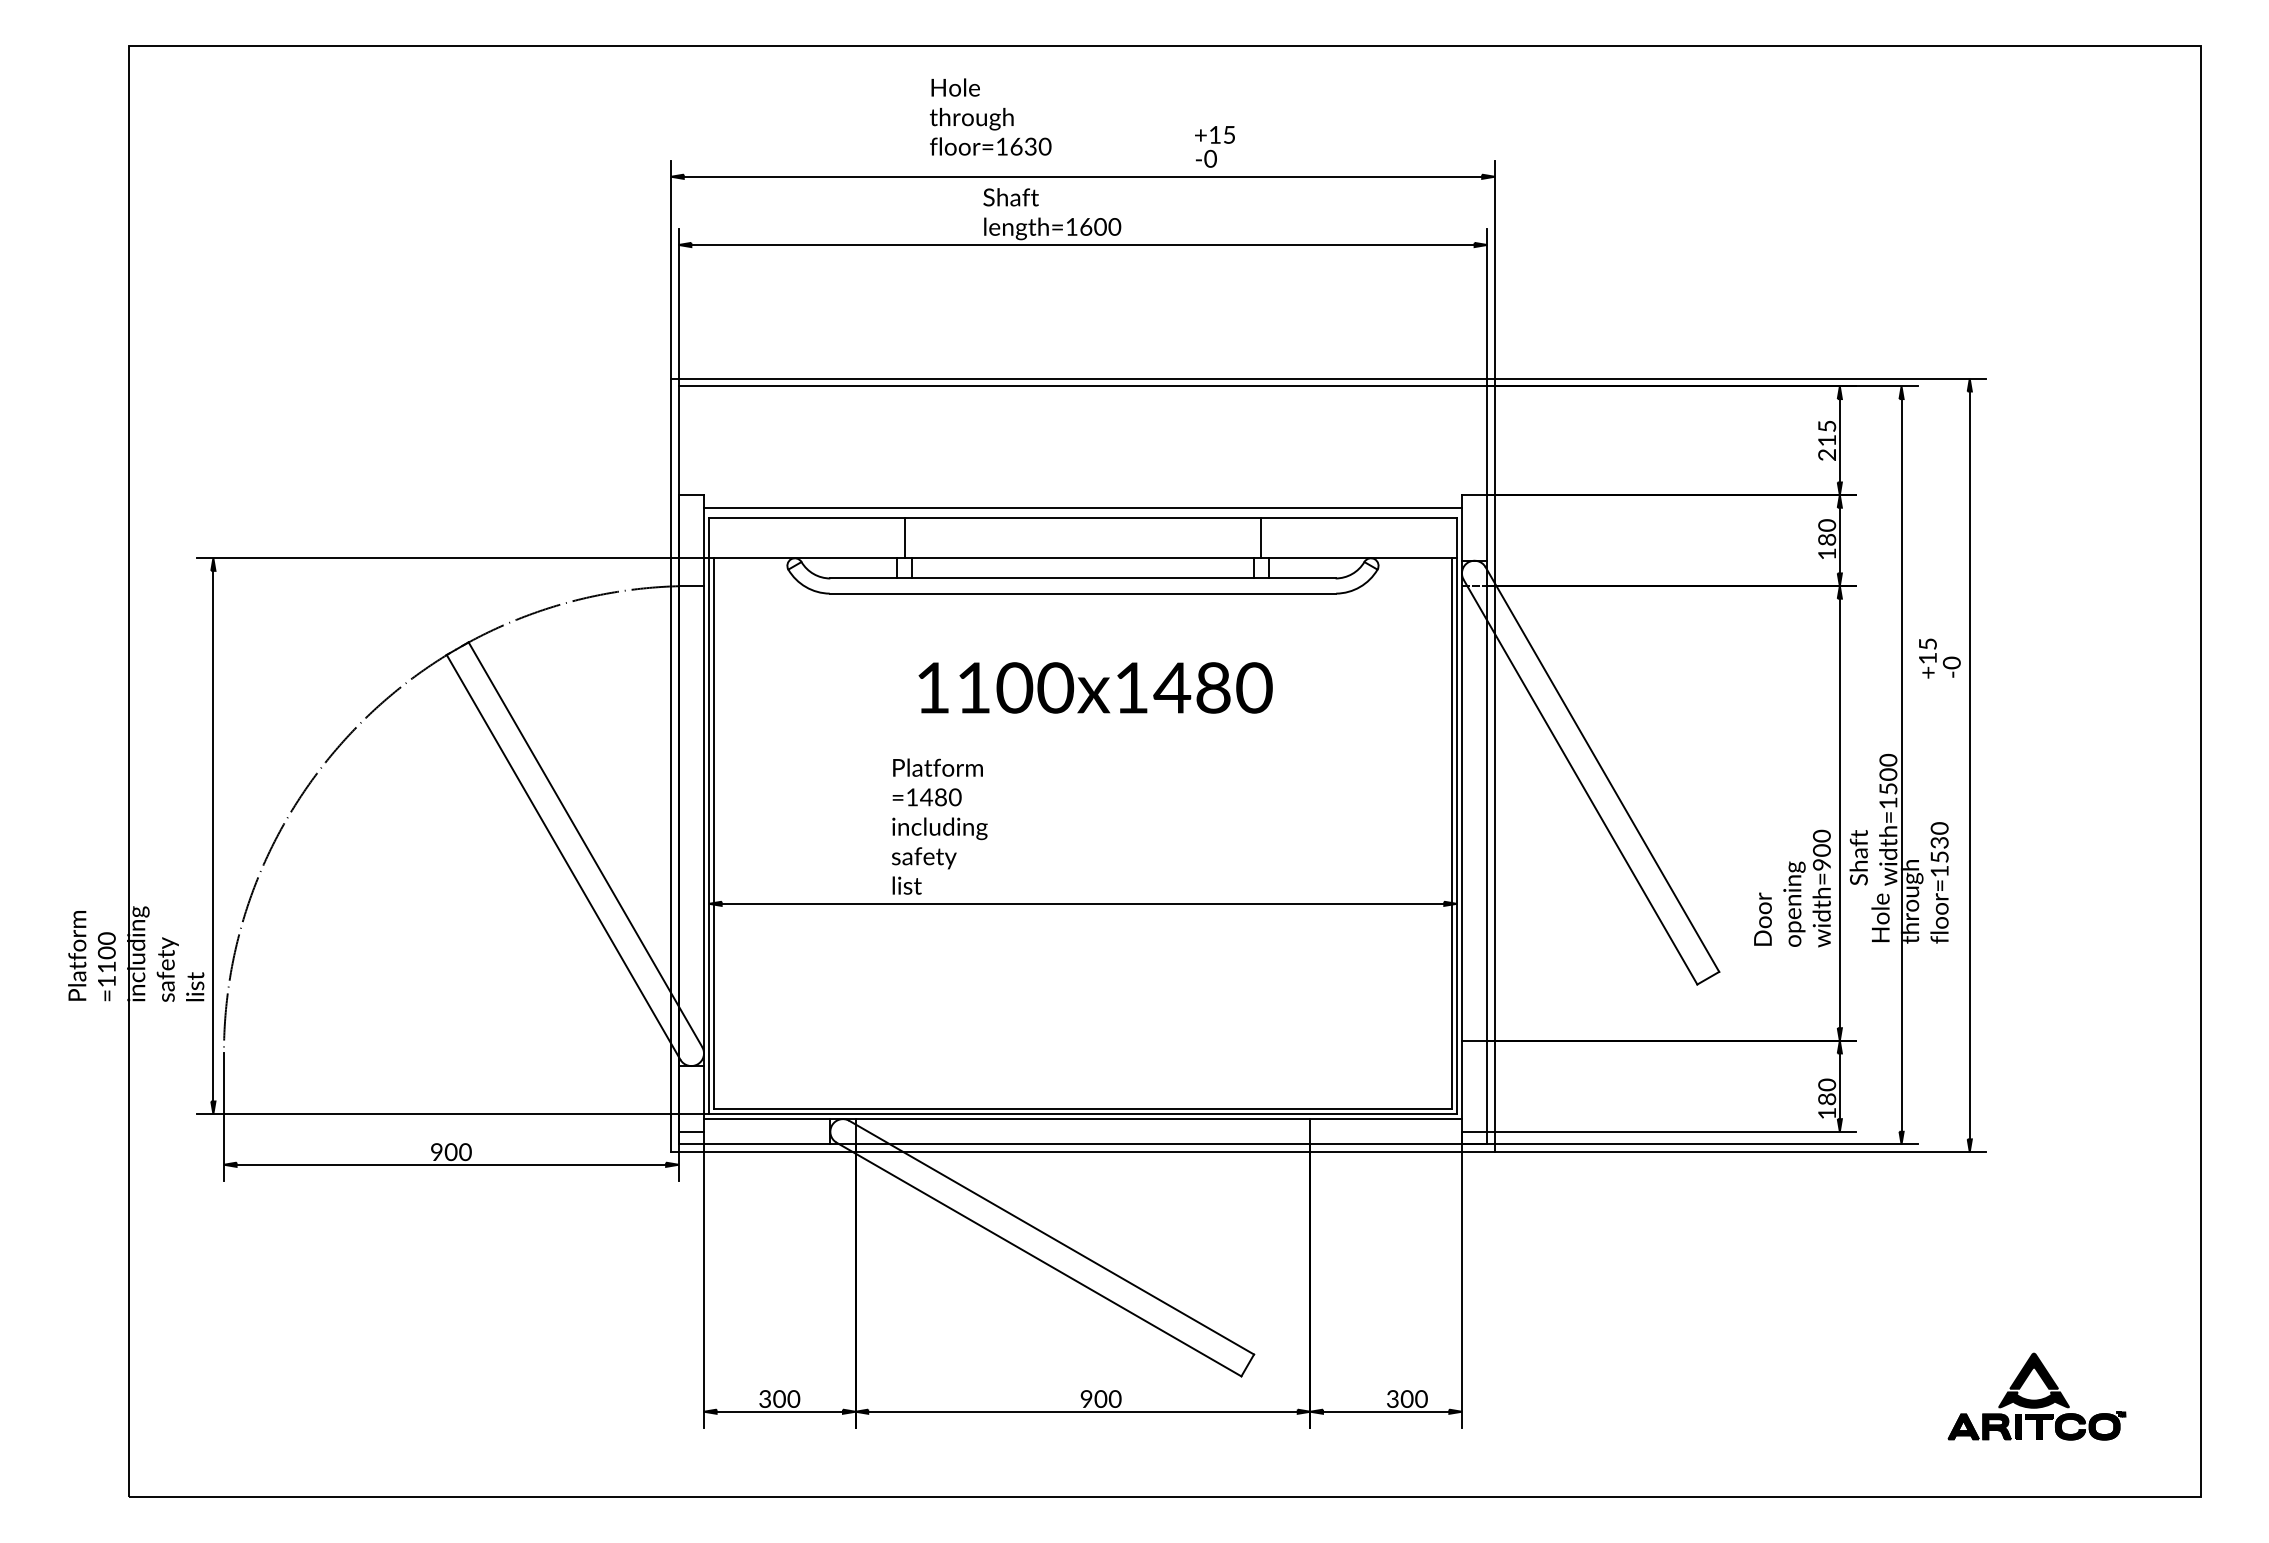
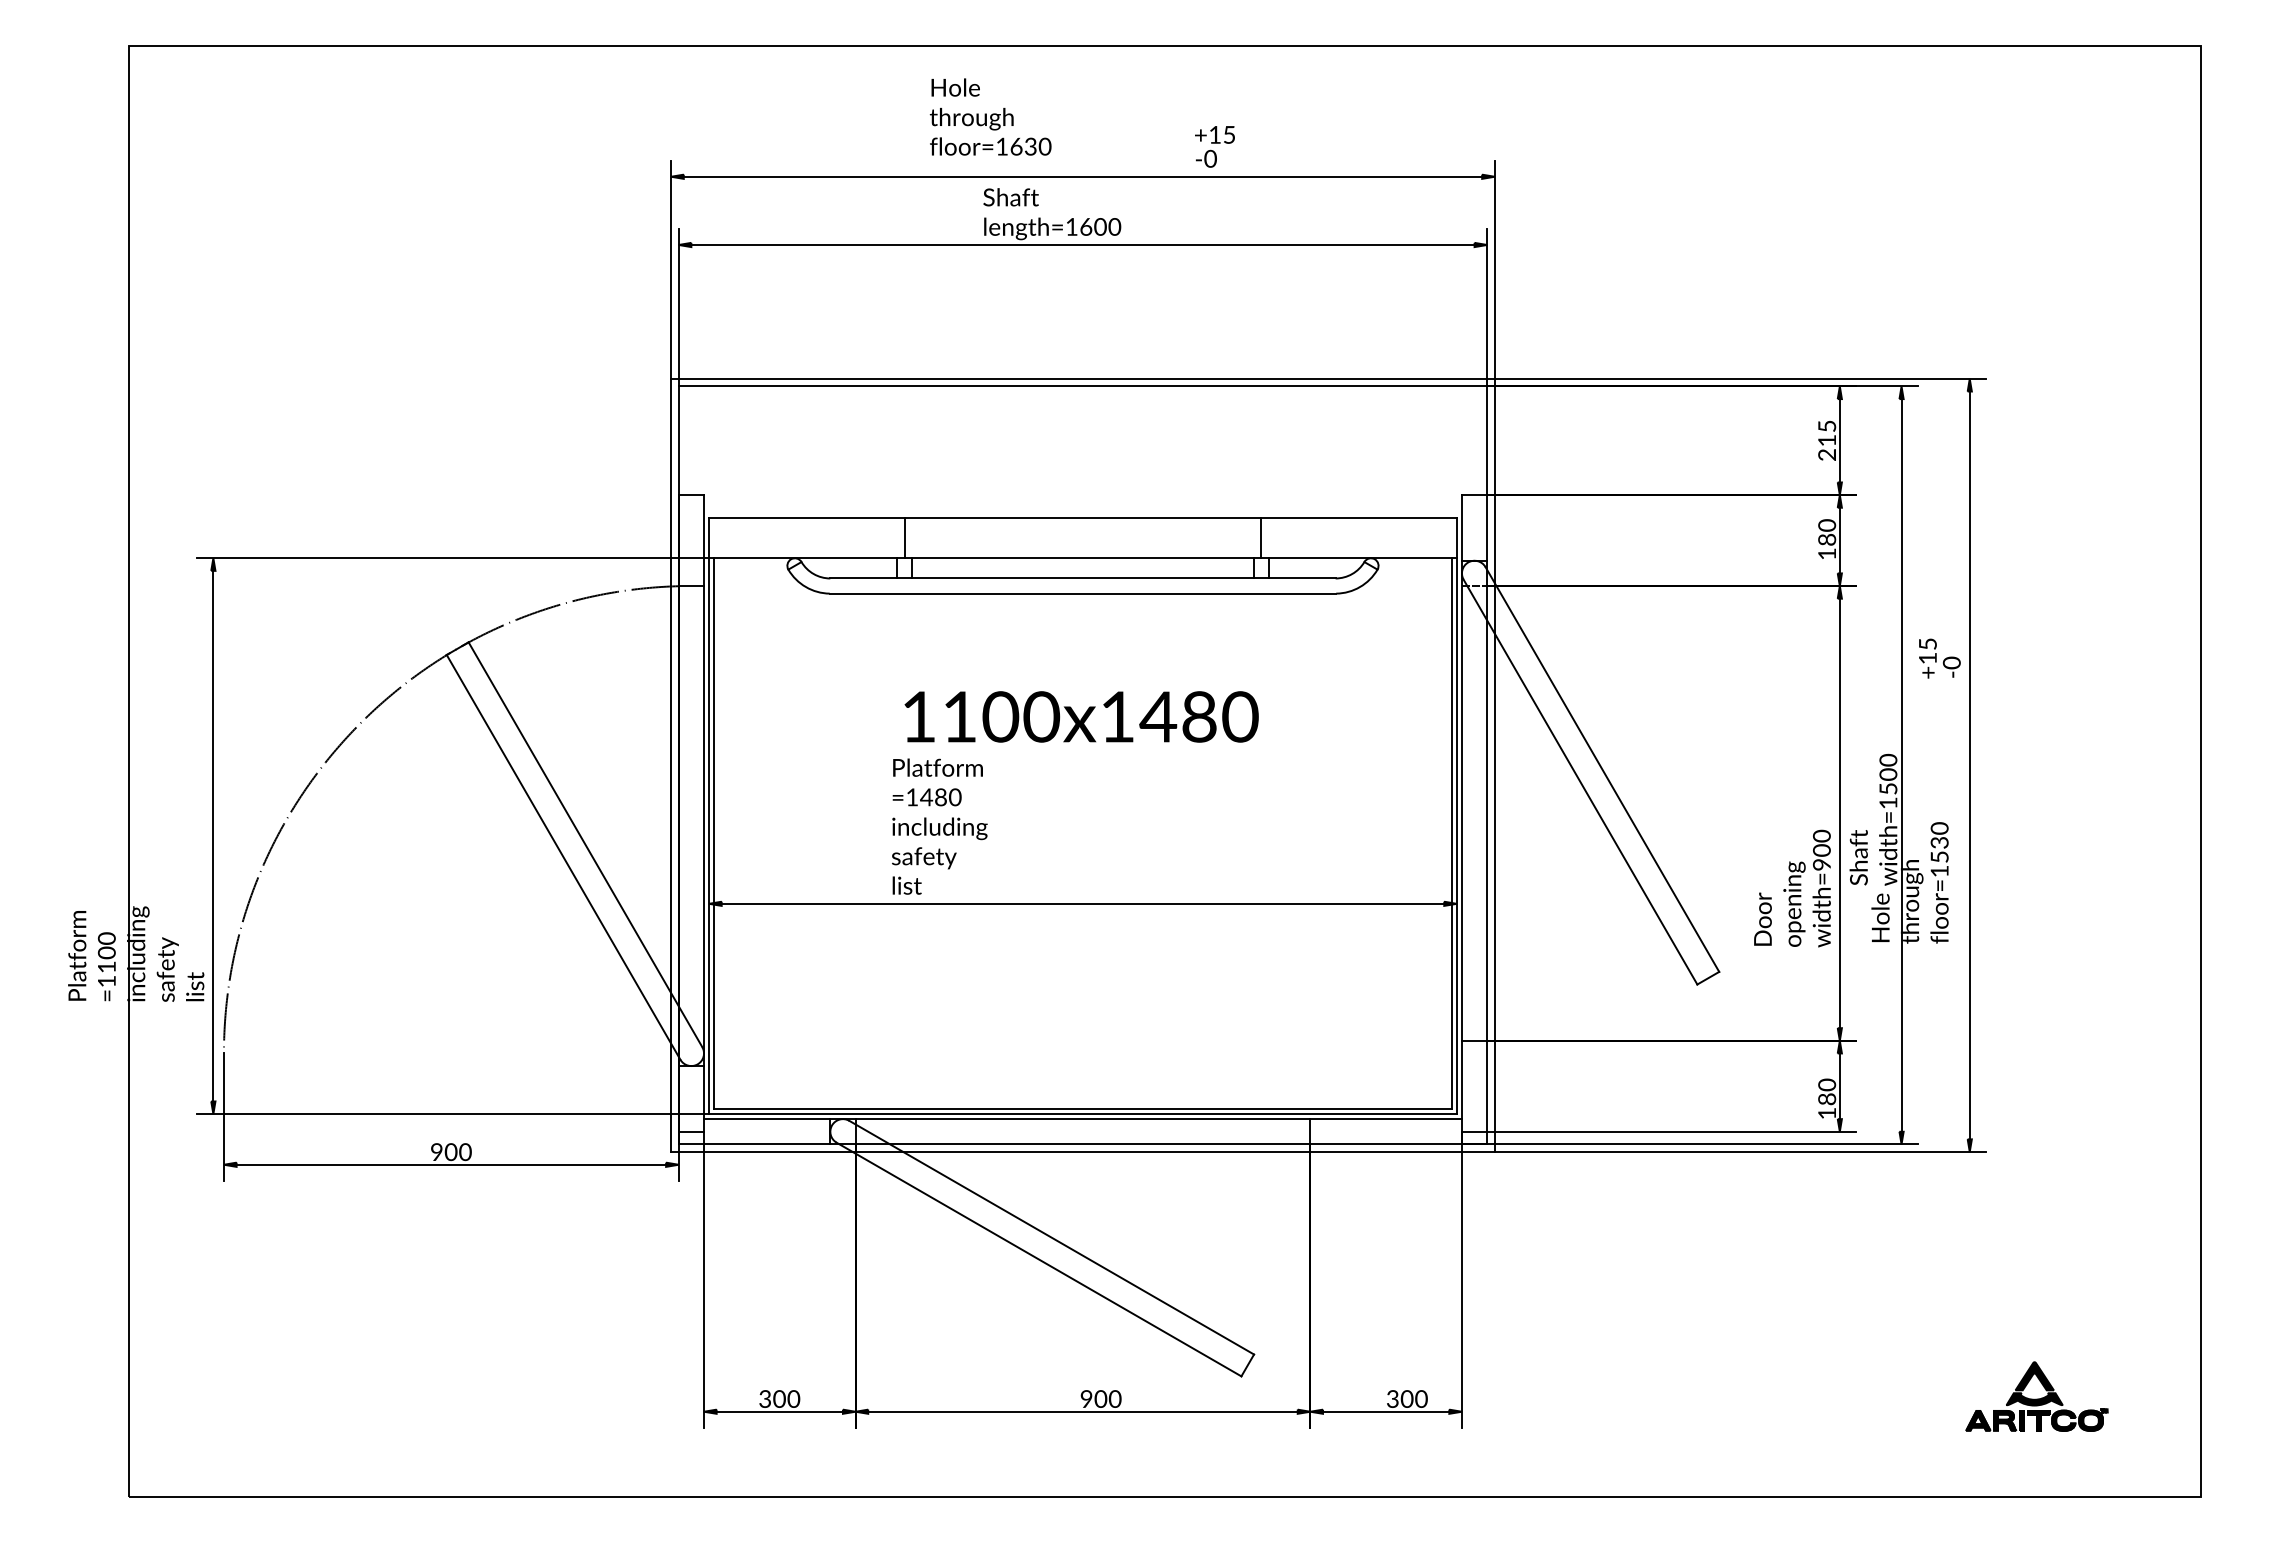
line at (1082, 507): present -> none
text at (1095, 687) position: (1095, 687) -> (1081, 716)
part at (2036, 1396) size: 180x89 px -> 144x71 px
